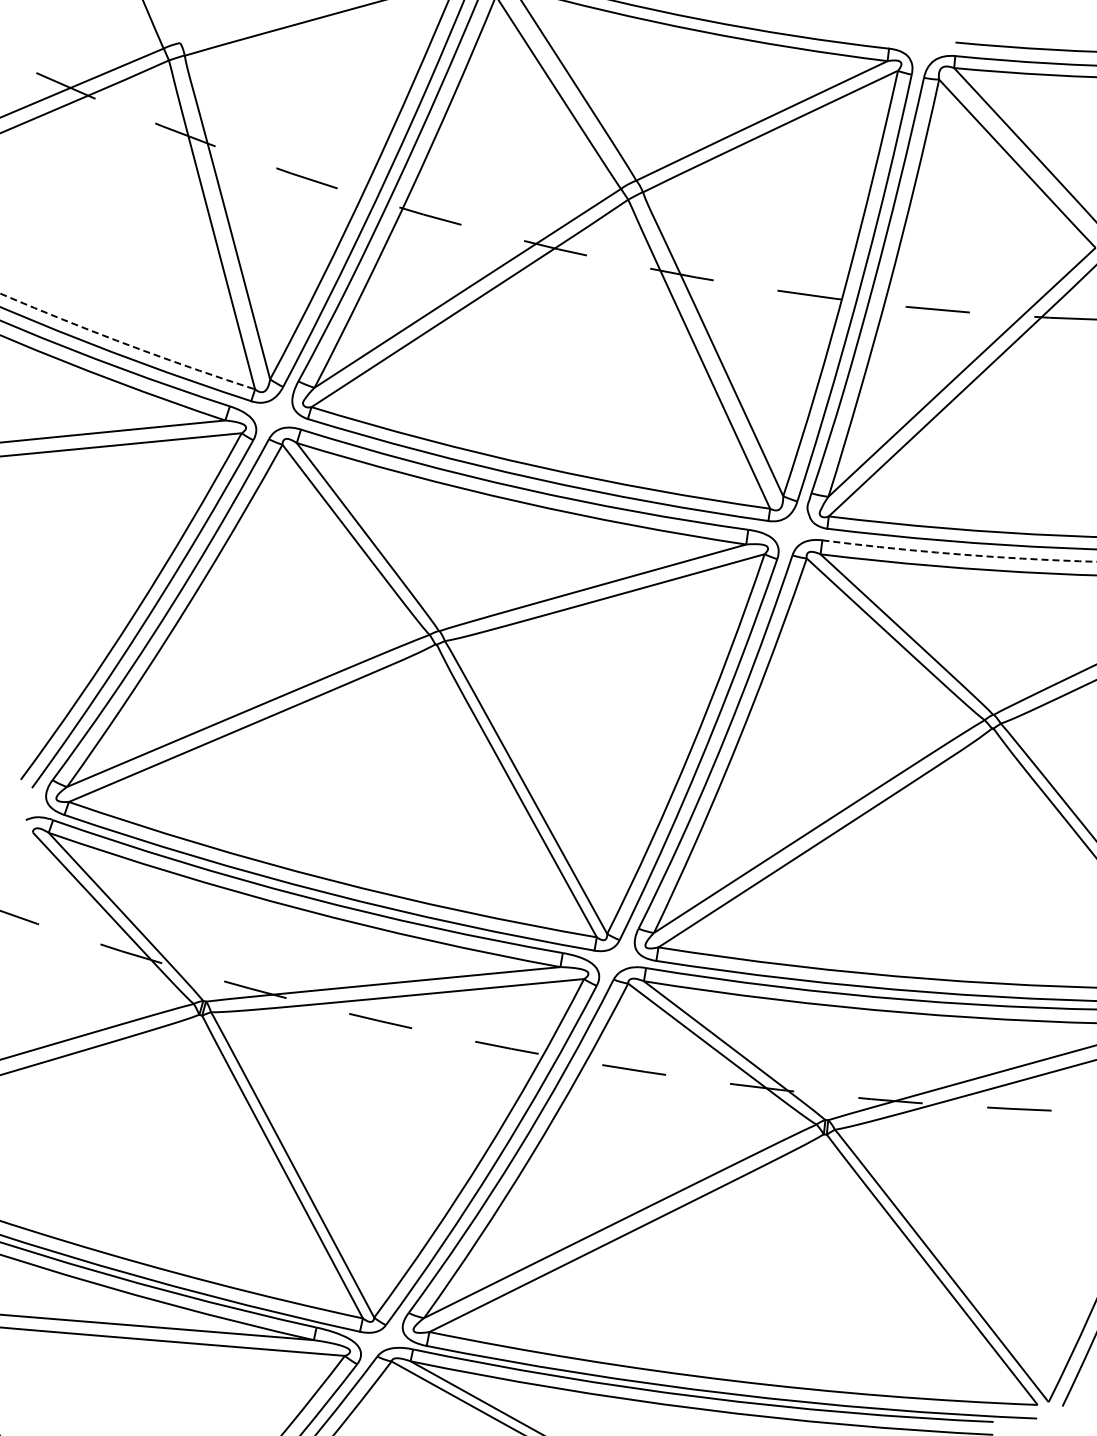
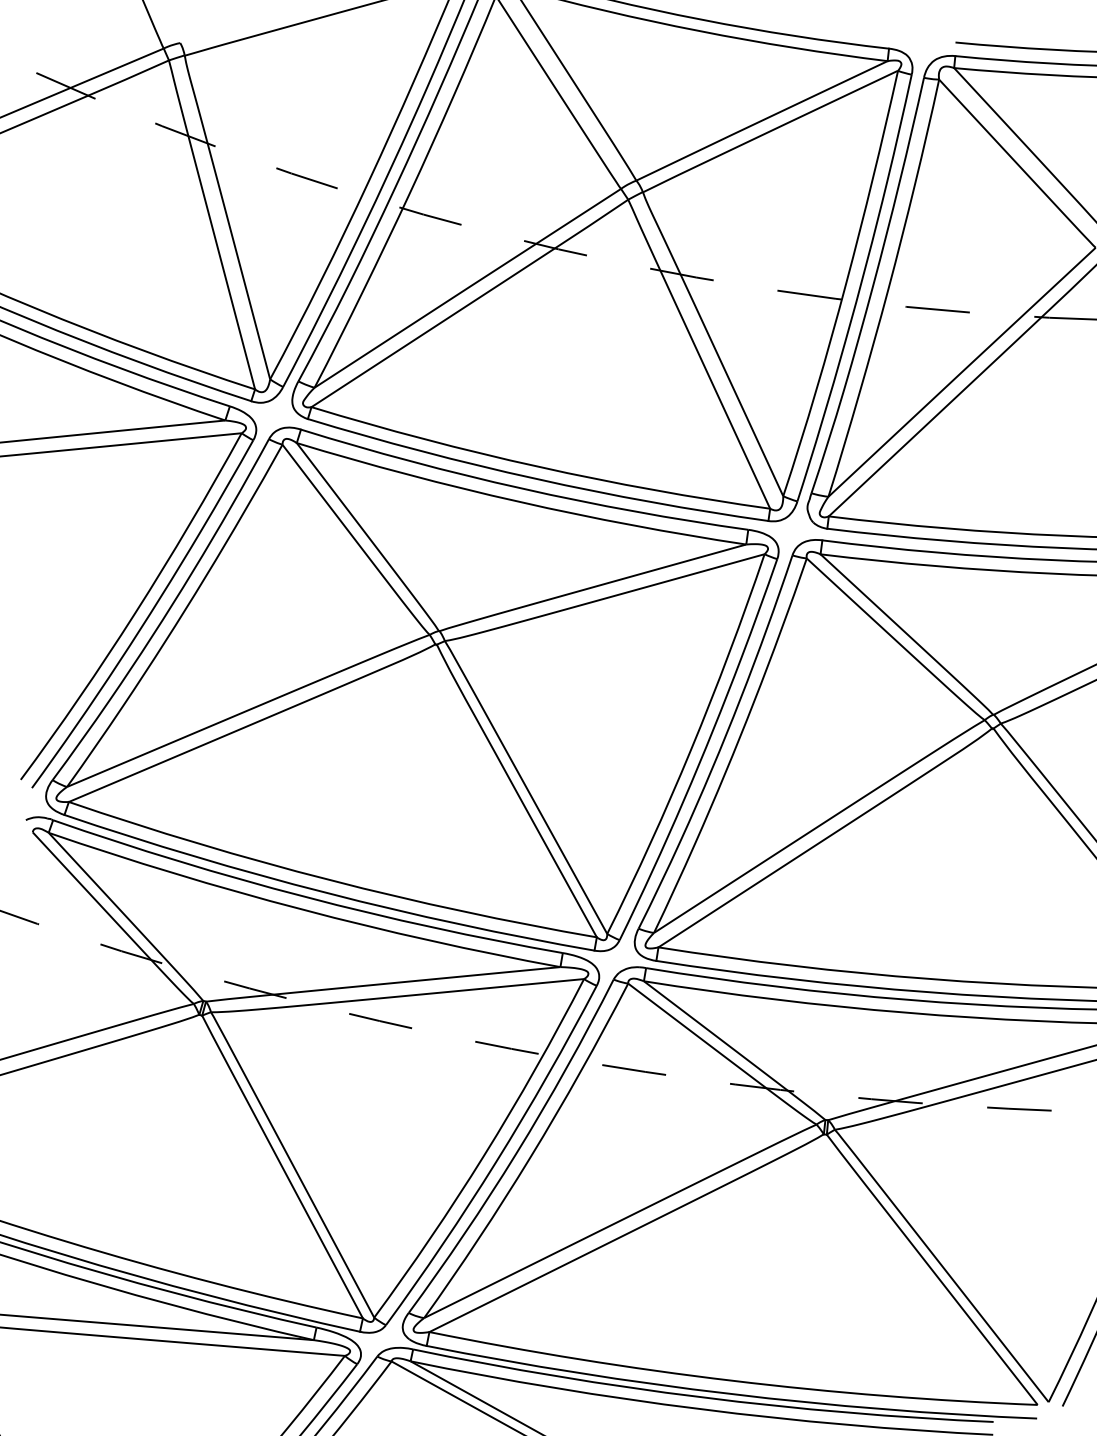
arc at (126, 344): dashed -> solid
arc at (960, 554): dashed -> solid
